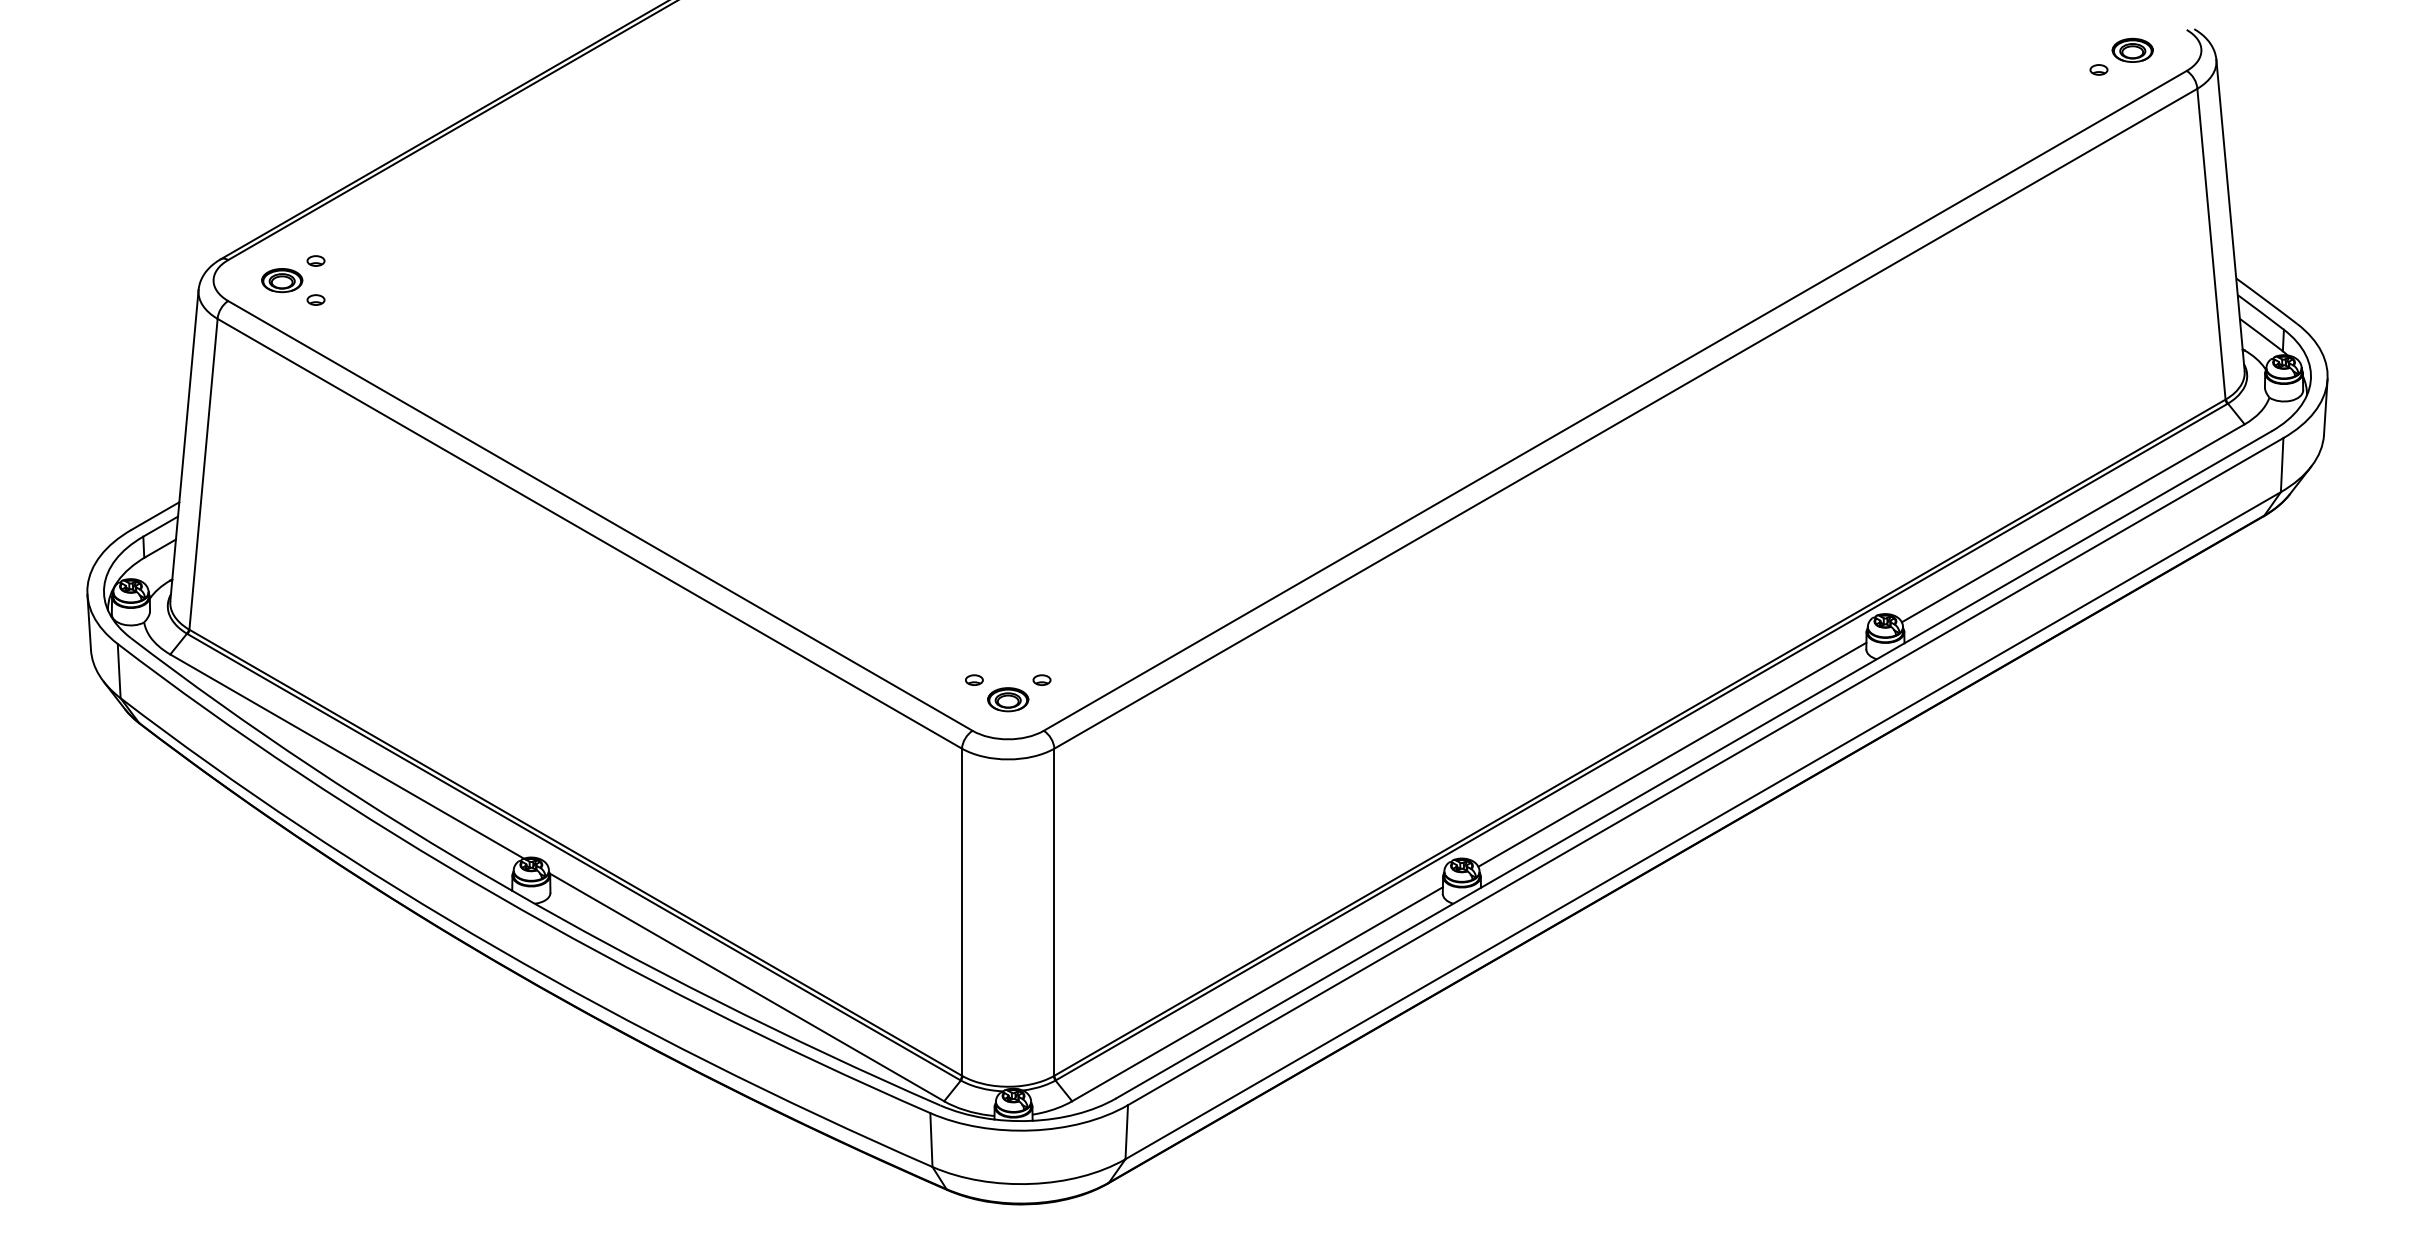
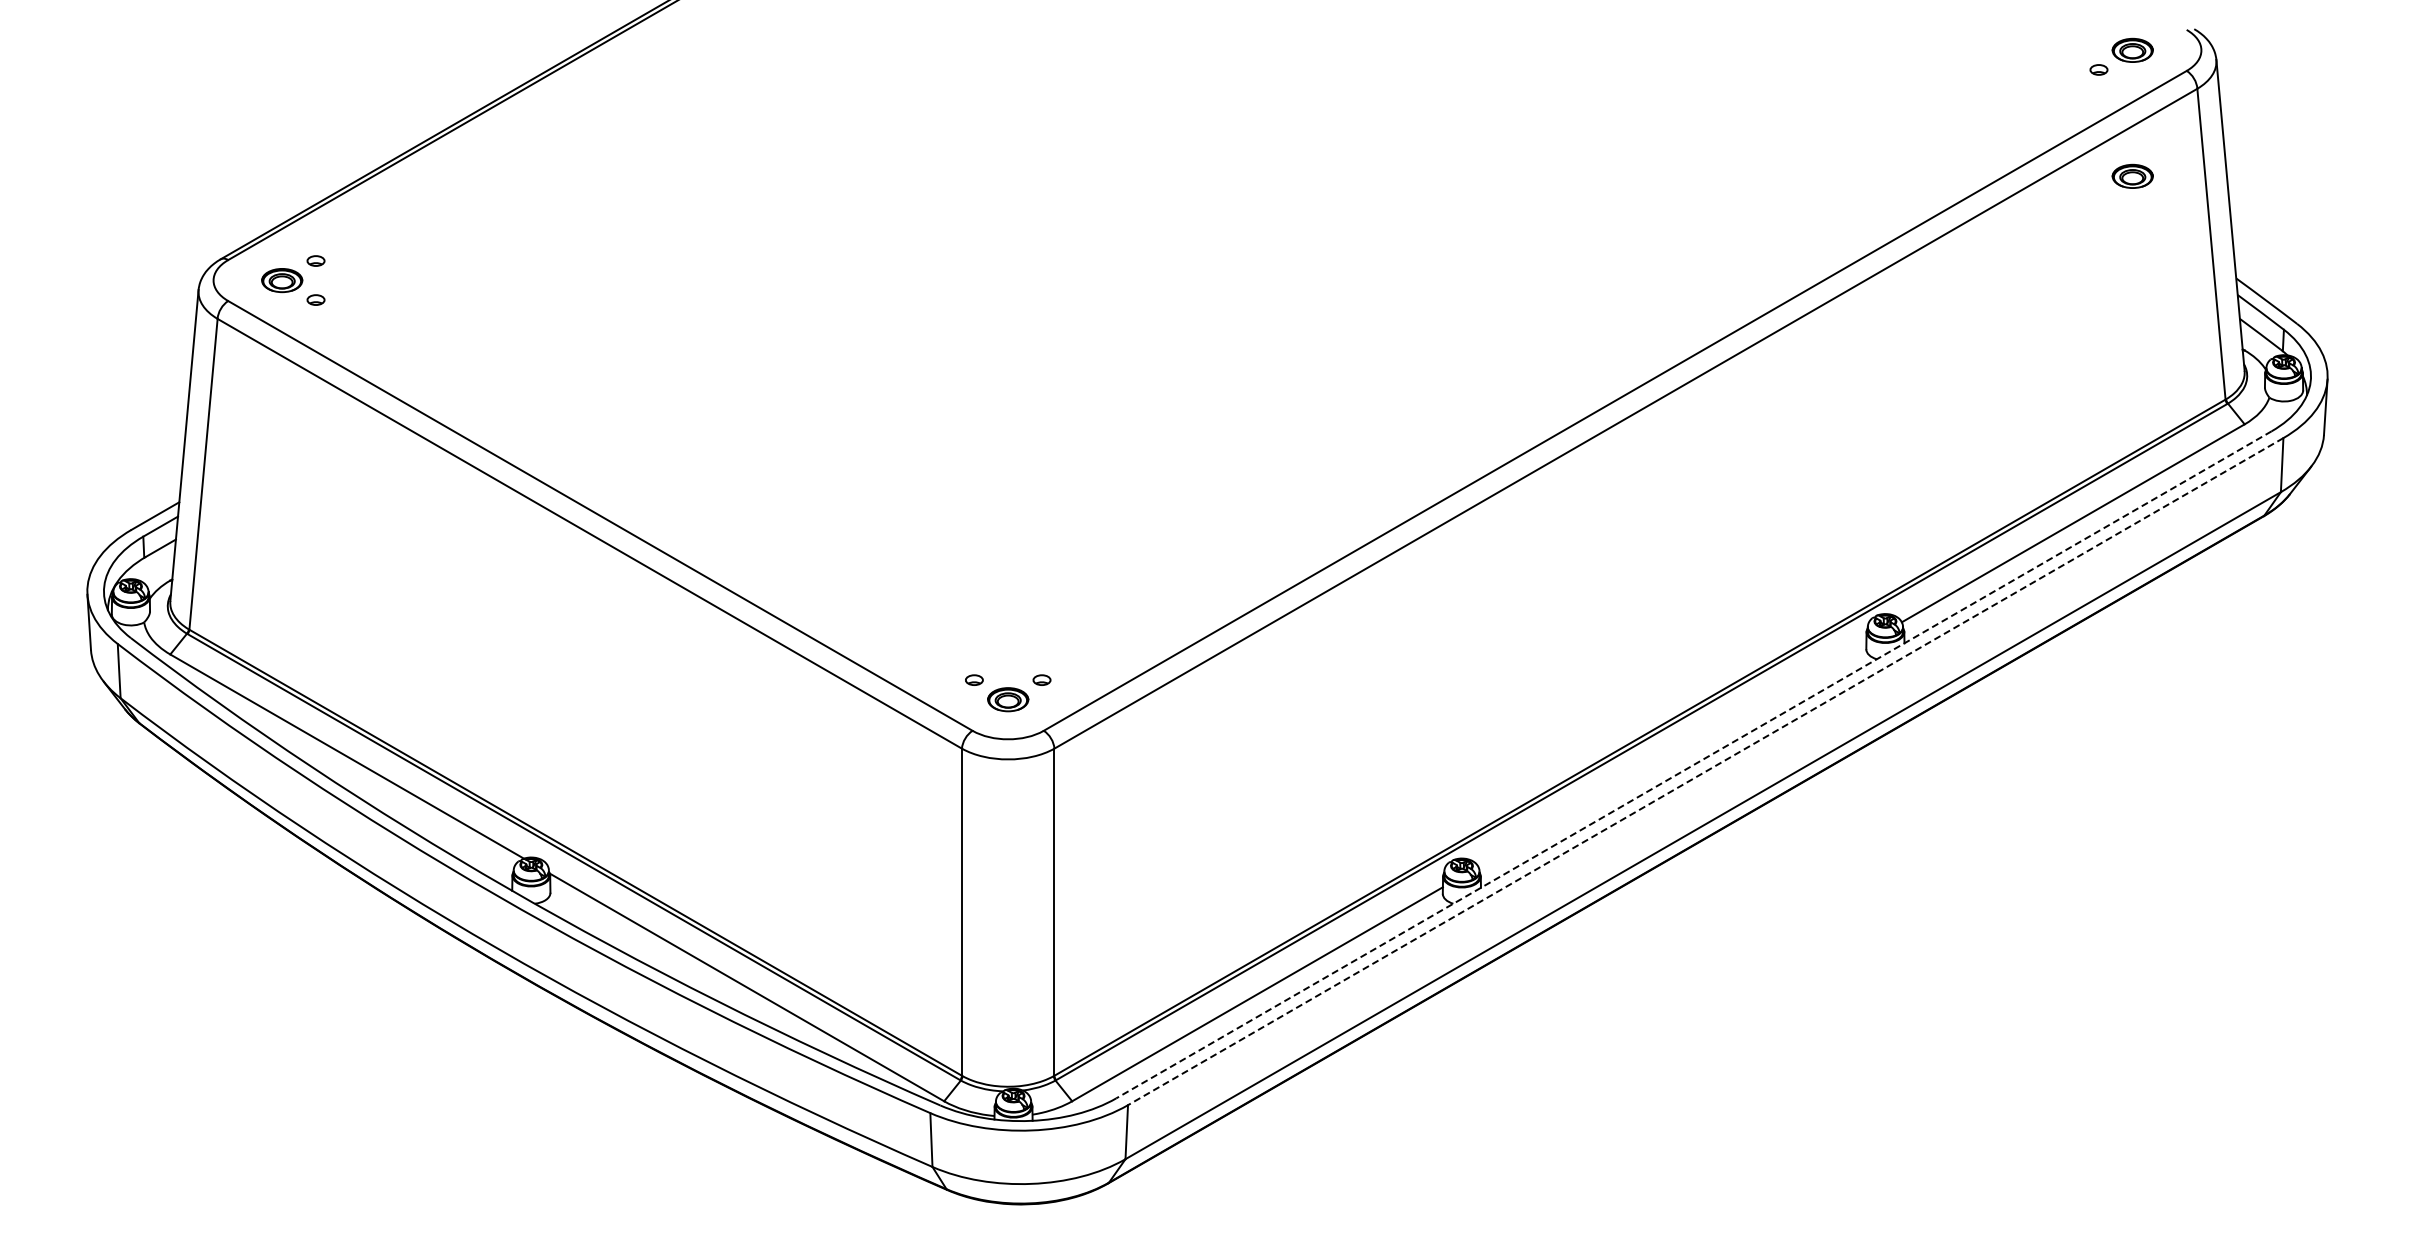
part at (2132, 175): none -> present
line at (1672, 754): present -> none
line at (1693, 765): solid -> dashed
line at (1705, 771): solid -> dashed
